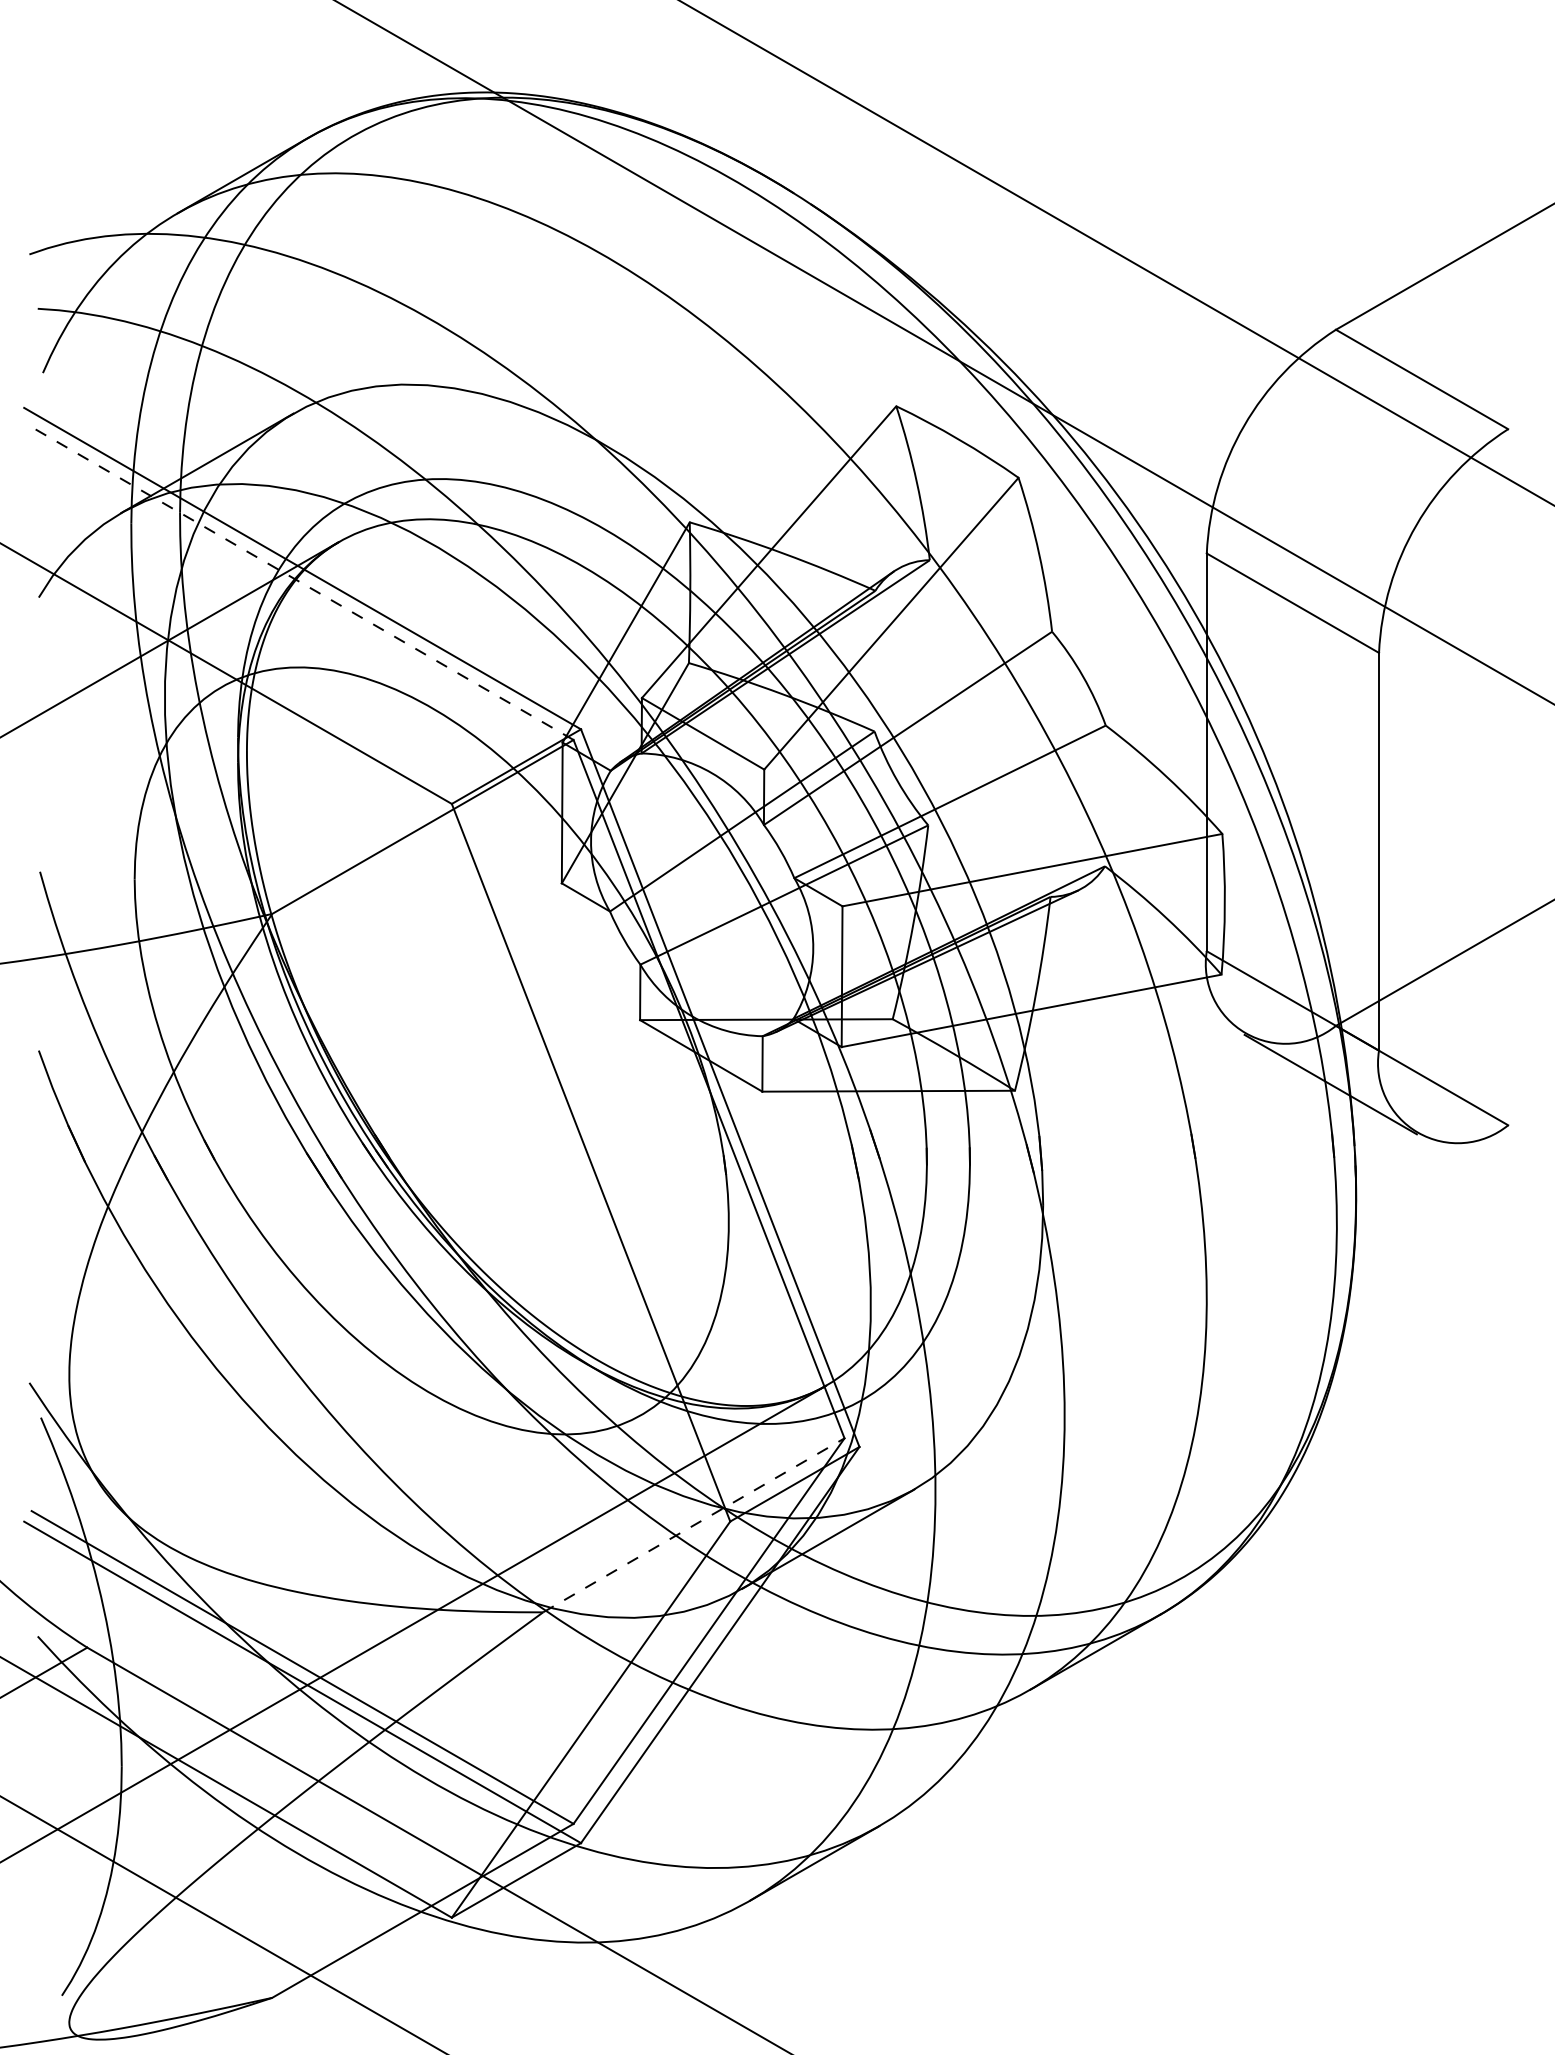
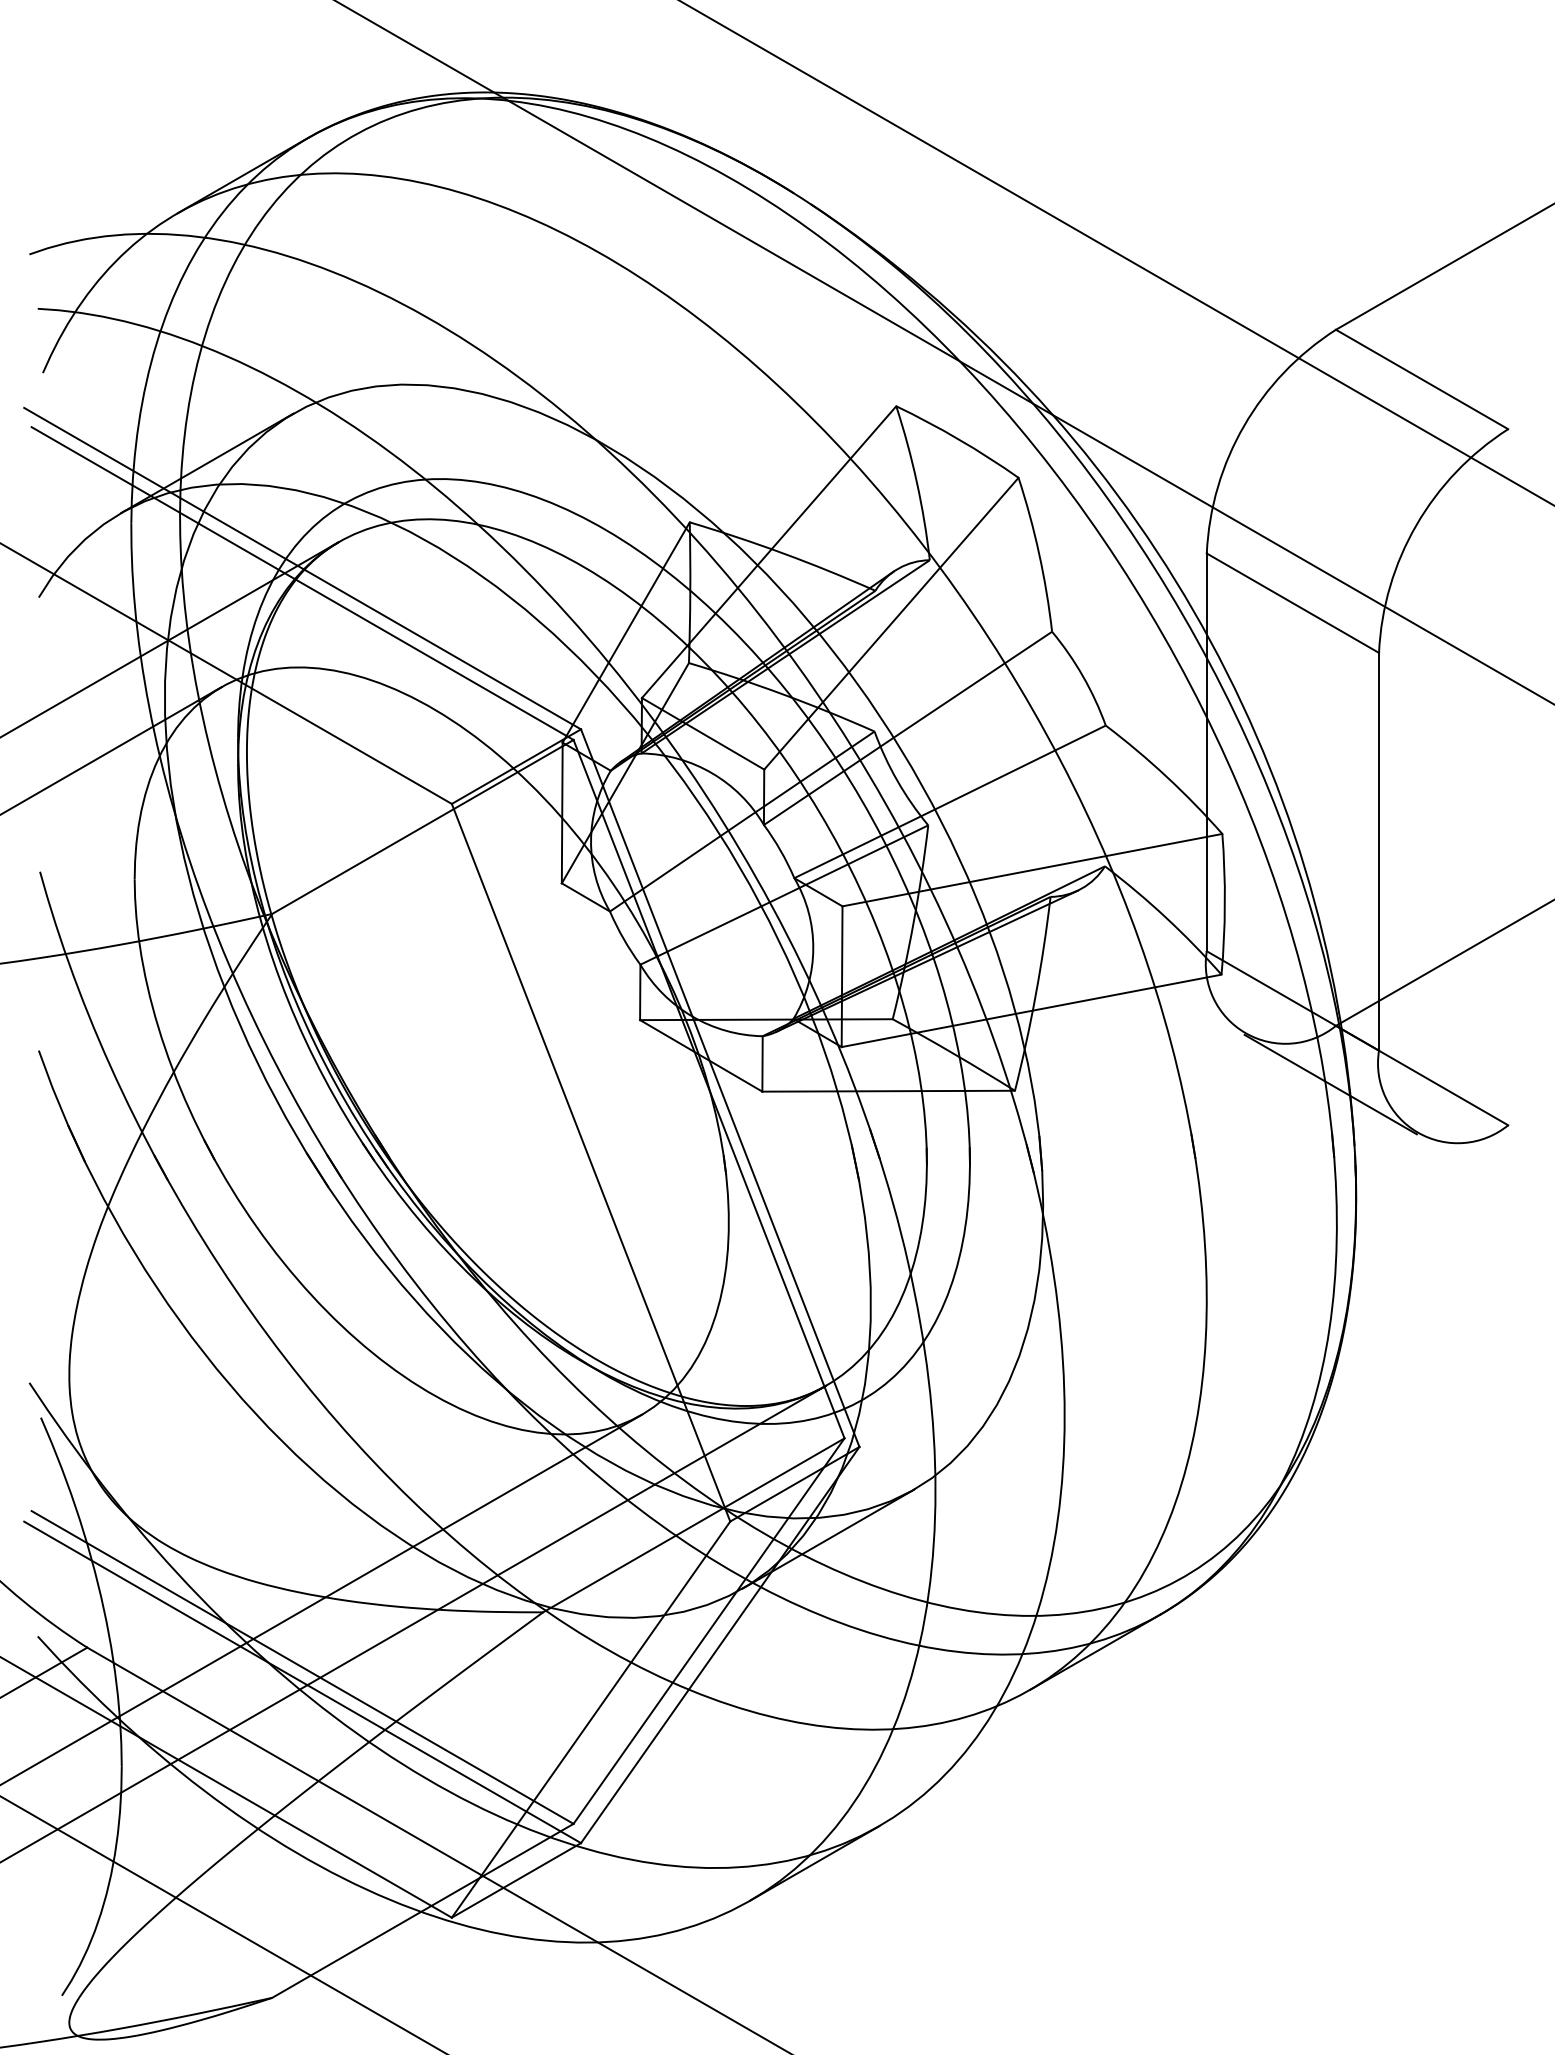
line at (302, 583): dashed -> solid
line at (111, 750): none -> present
line at (694, 1525): dashed -> solid
line at (321, 1598): none -> present
